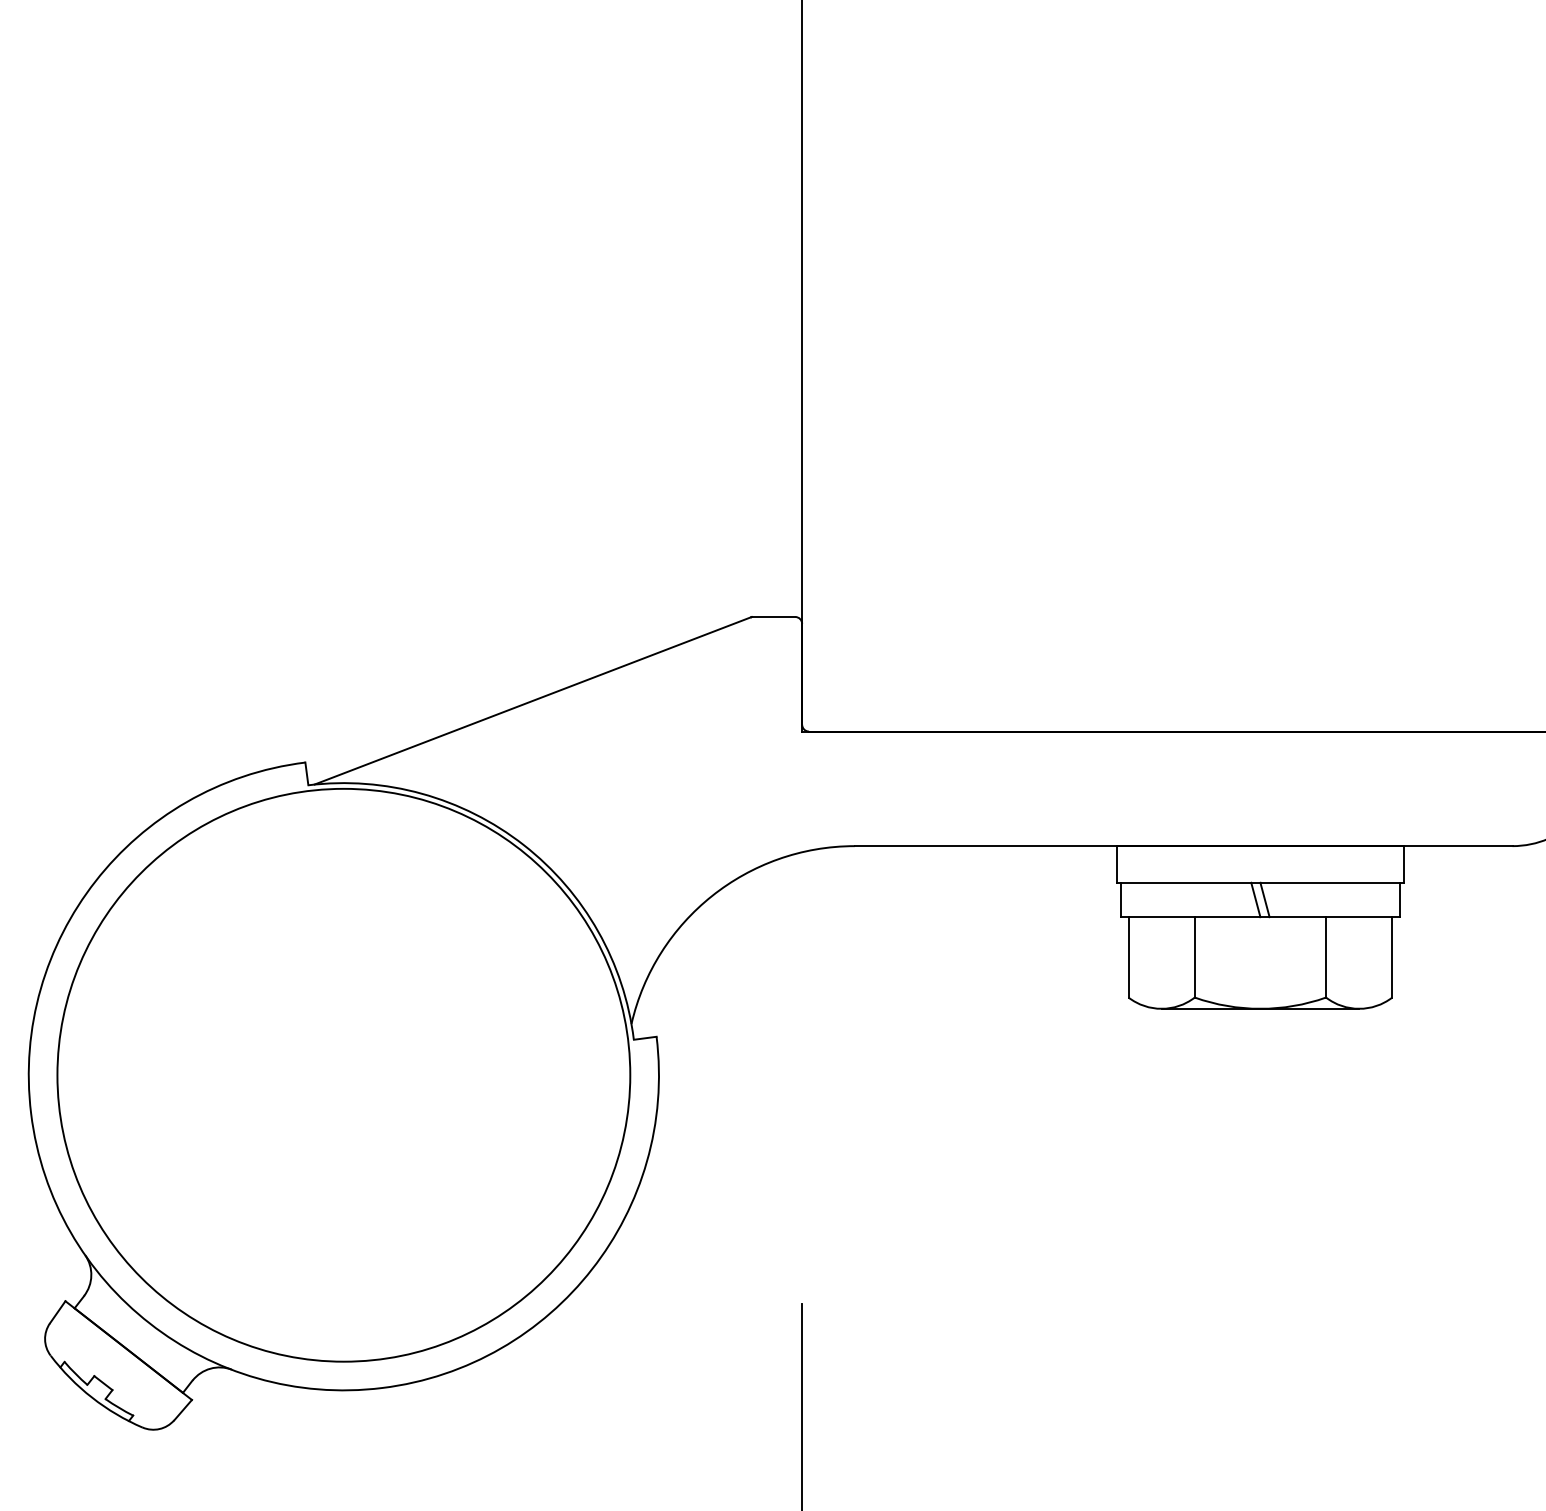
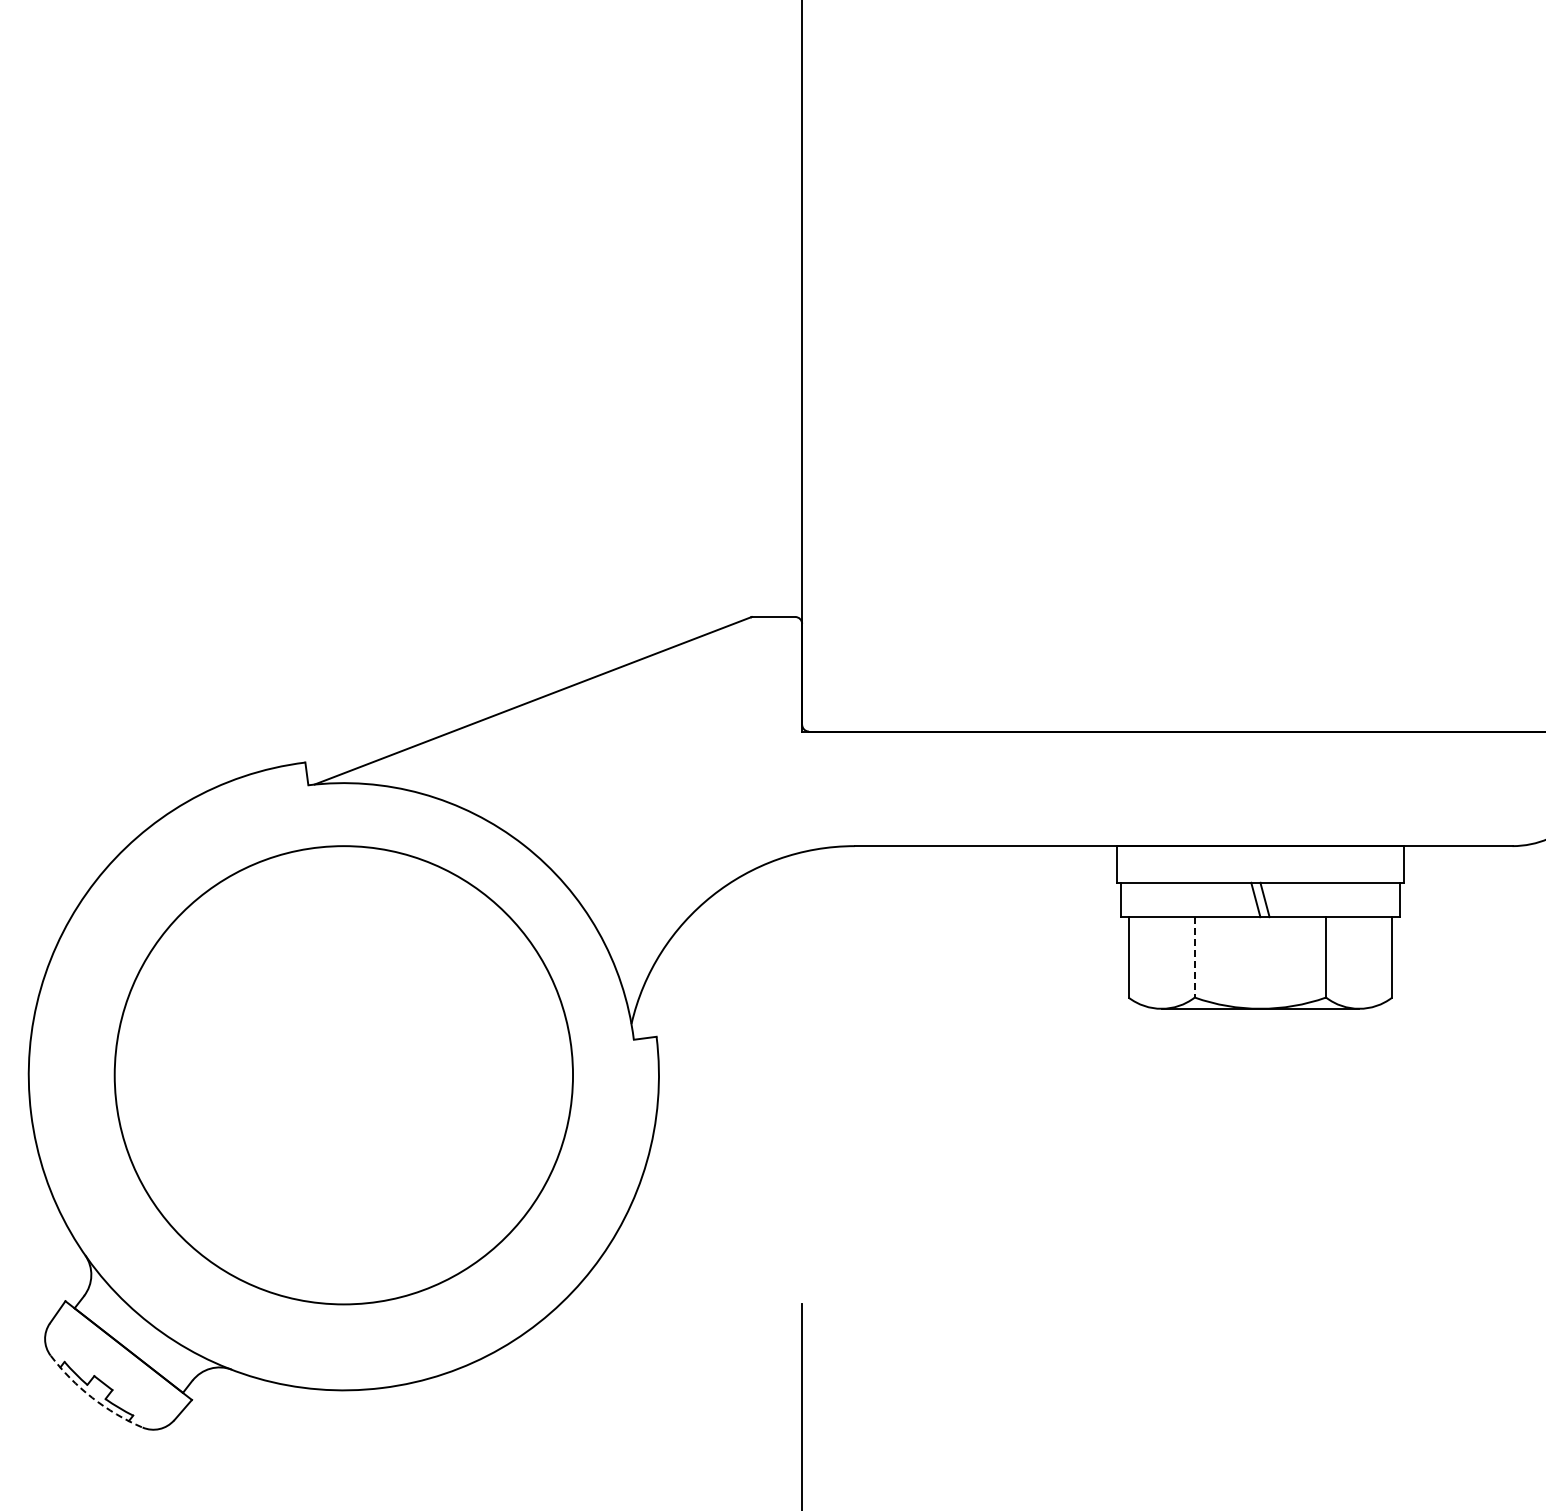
line at (1194, 957): solid -> dashed
circle at (343, 1074) diameter: 573 px -> 458 px
arc at (92, 1397): solid -> dashed
